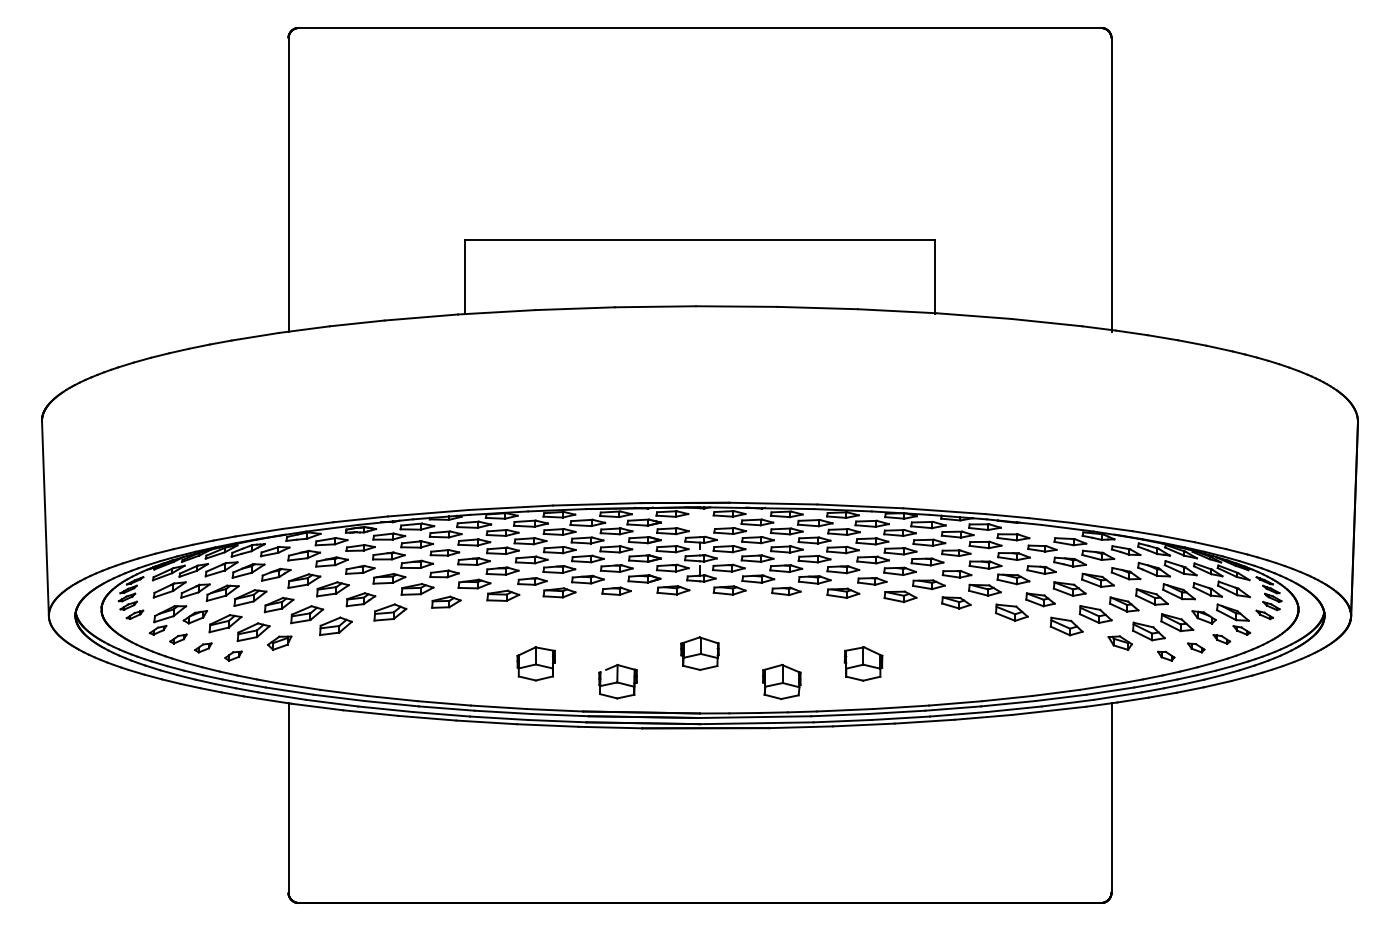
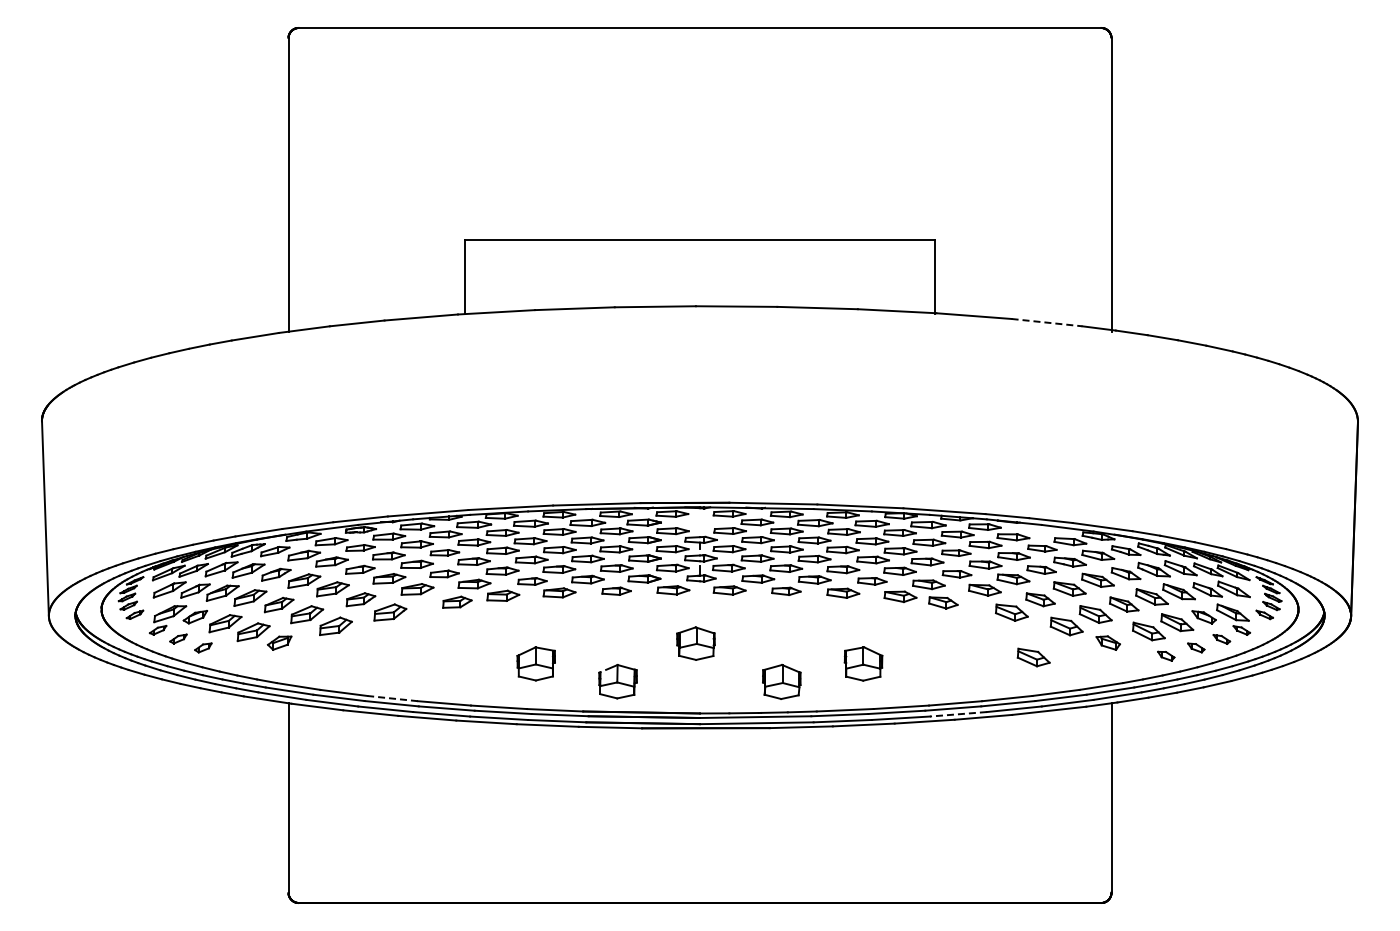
line at (1047, 322): solid -> dashed
part at (446, 601) position: (446, 601) -> (457, 601)
part at (956, 602) position: (956, 602) -> (943, 602)
part at (1119, 642) position: (1119, 642) -> (1107, 642)
part at (699, 653) position: (699, 653) -> (695, 643)
part at (233, 655): present -> none
part at (1033, 657): none -> present
line at (392, 698): solid -> dashed
line at (958, 714): solid -> dashed
